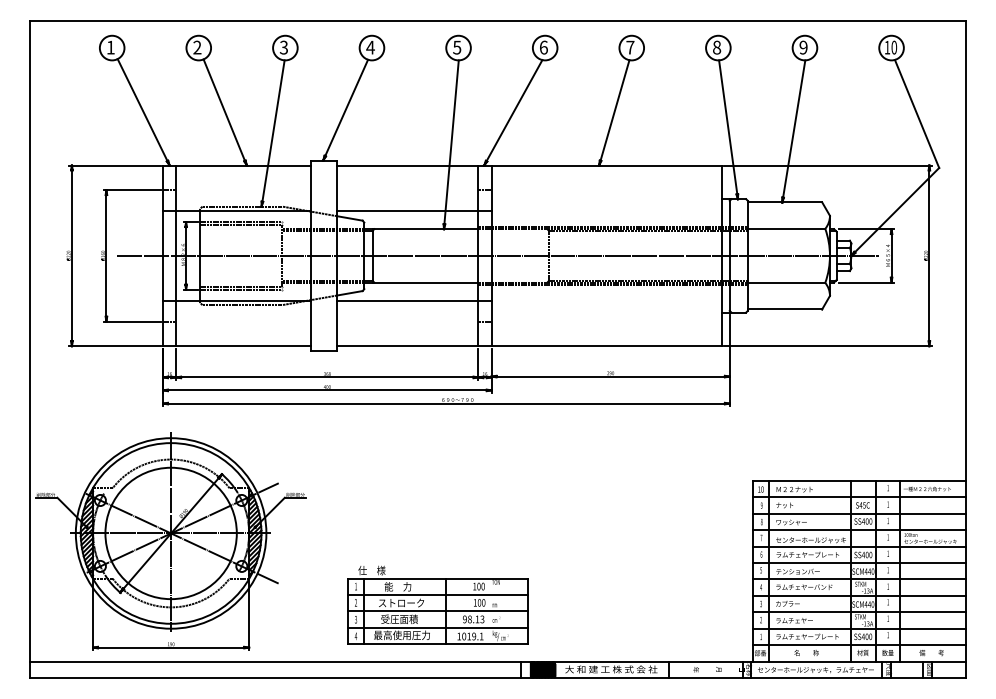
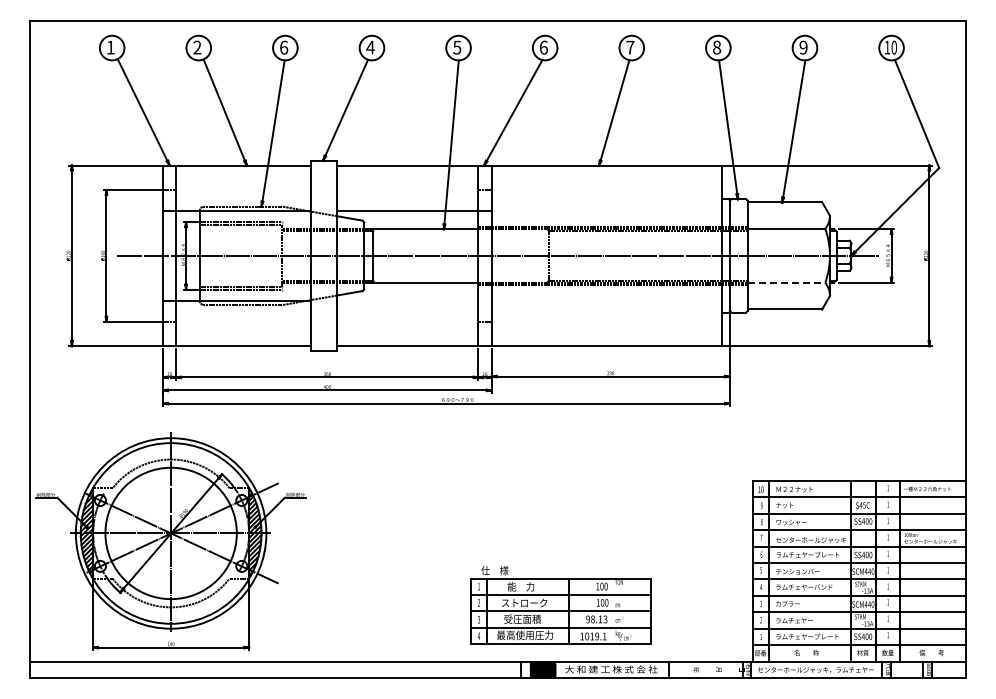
text at (283, 47): 3 -> 6
line at (786, 282): solid -> dashed
line at (414, 301): present -> none
part at (437, 604) position: (437, 604) -> (560, 604)
